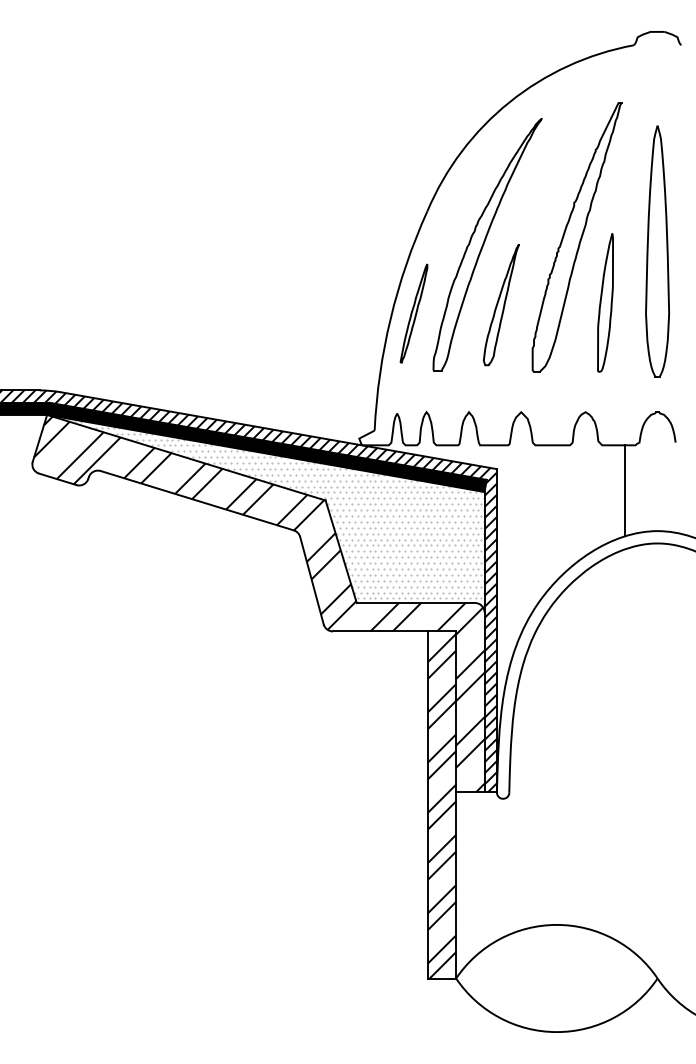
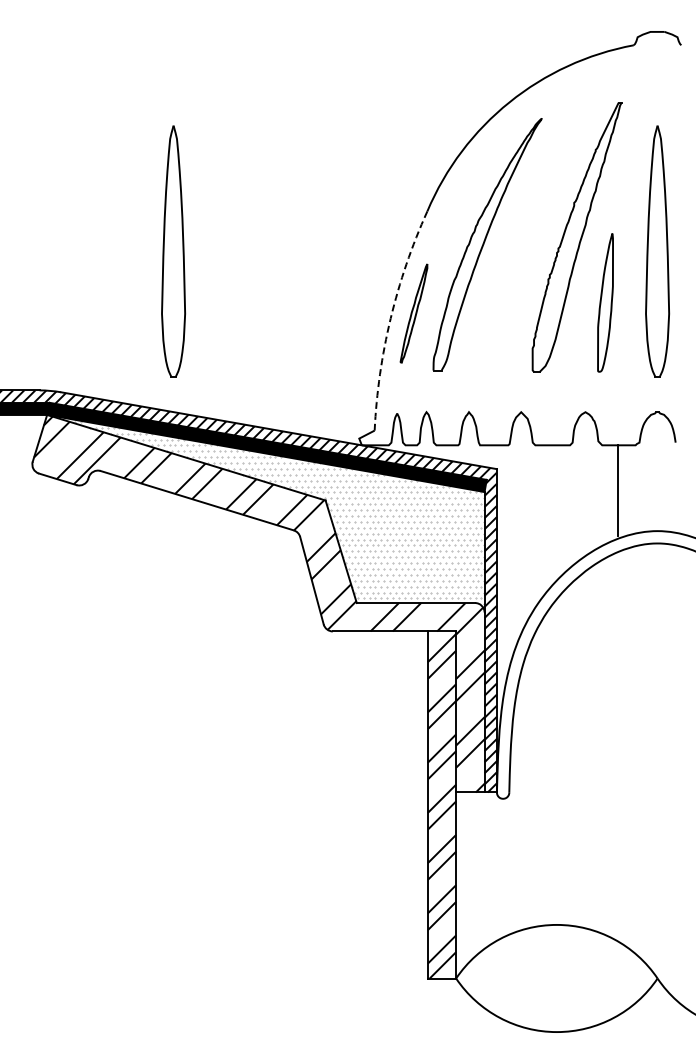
part at (173, 251): none -> present
part at (500, 305): present -> none
arc at (390, 318): solid -> dashed
line at (624, 490) position: (624, 490) -> (617, 490)
